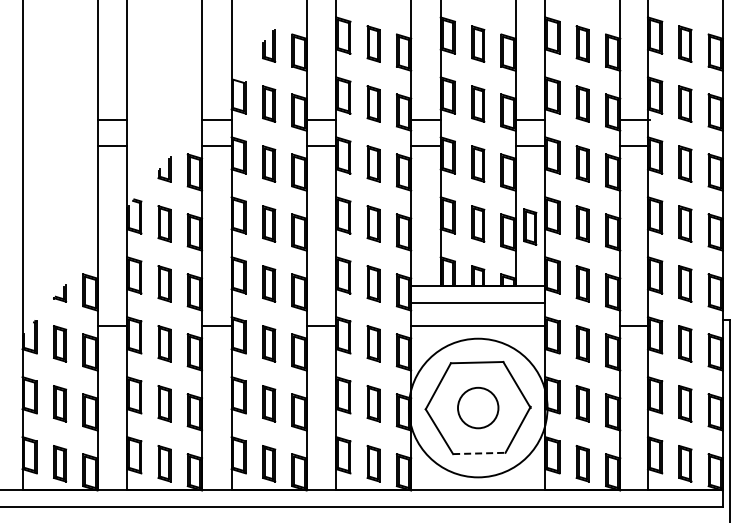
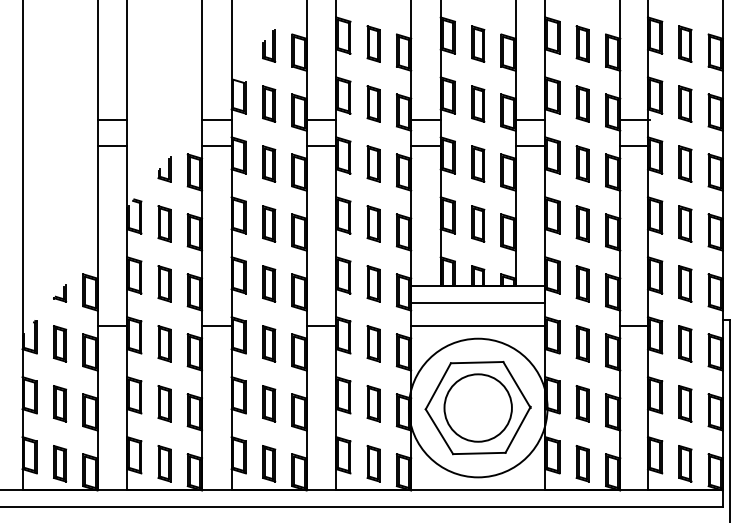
part at (530, 226): present -> none
circle at (478, 407) diameter: 40 px -> 67 px
line at (479, 453): dashed -> solid
